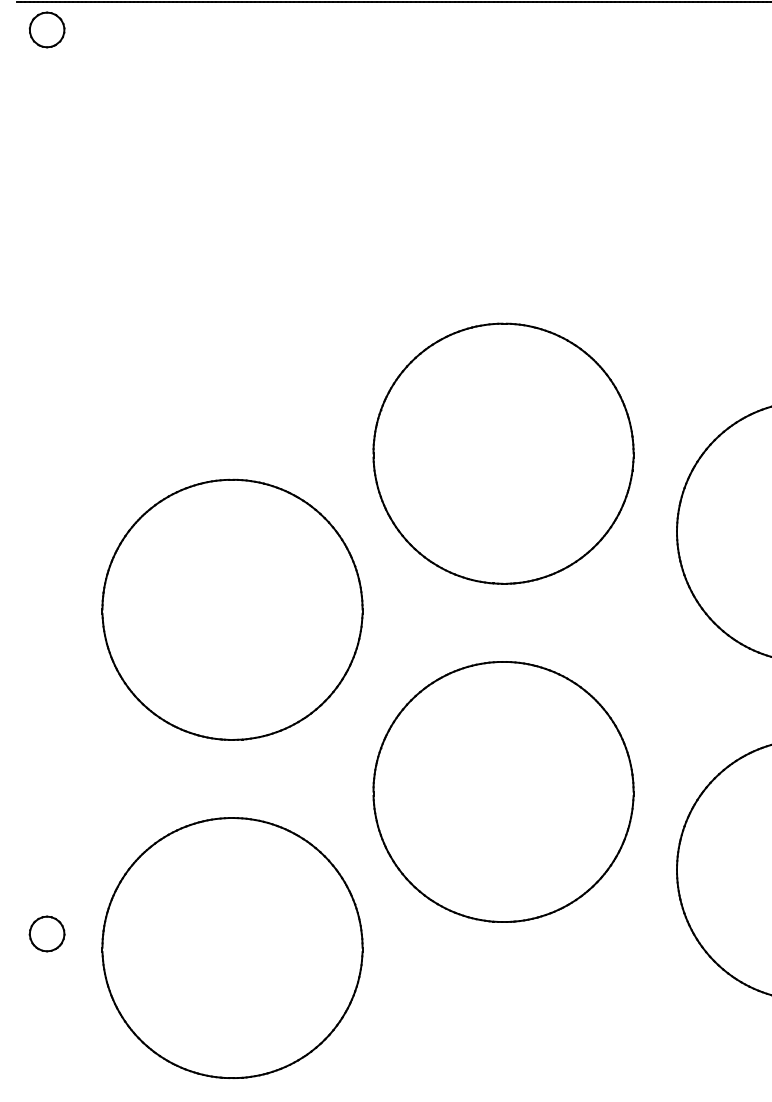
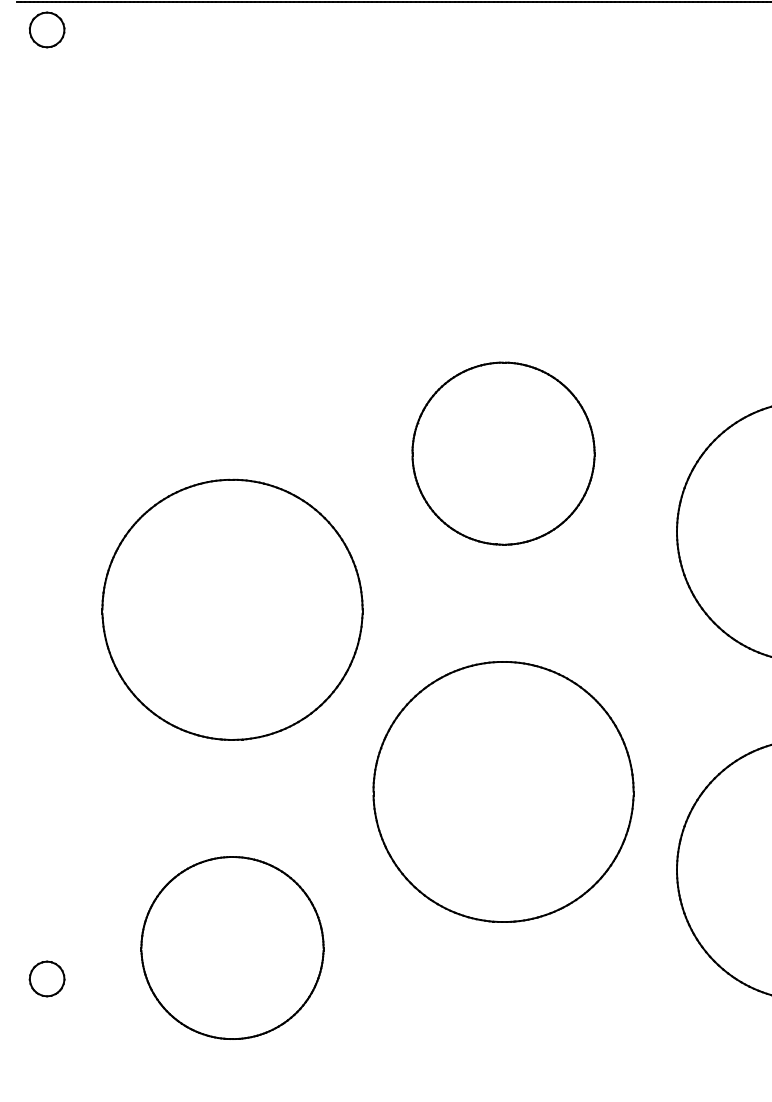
part at (503, 453) size: 263x263 px -> 185x185 px
part at (46, 933) position: (46, 933) -> (46, 978)
part at (232, 947) size: 263x262 px -> 185x184 px
